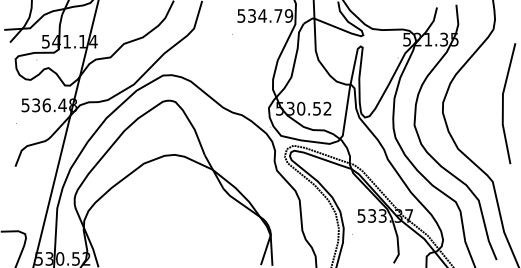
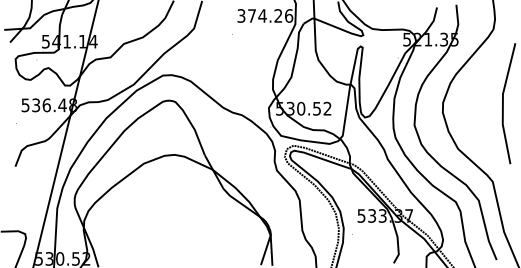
text at (265, 15): 534.79 -> 374.26
